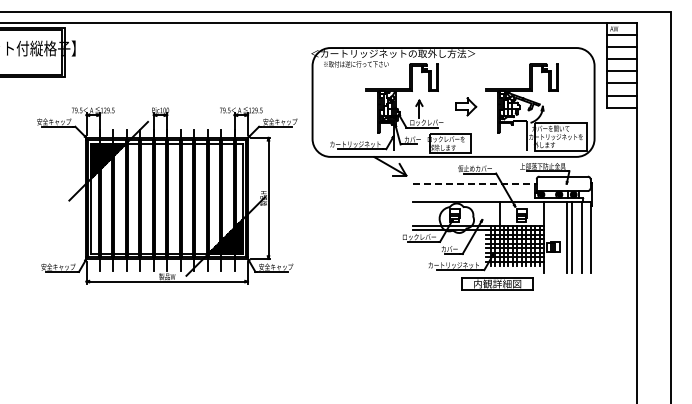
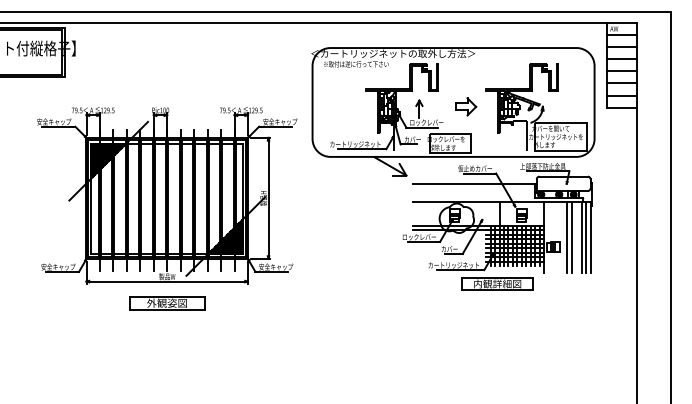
line at (474, 184): dashed -> solid
line at (586, 237): none -> present
part at (167, 303): none -> present
